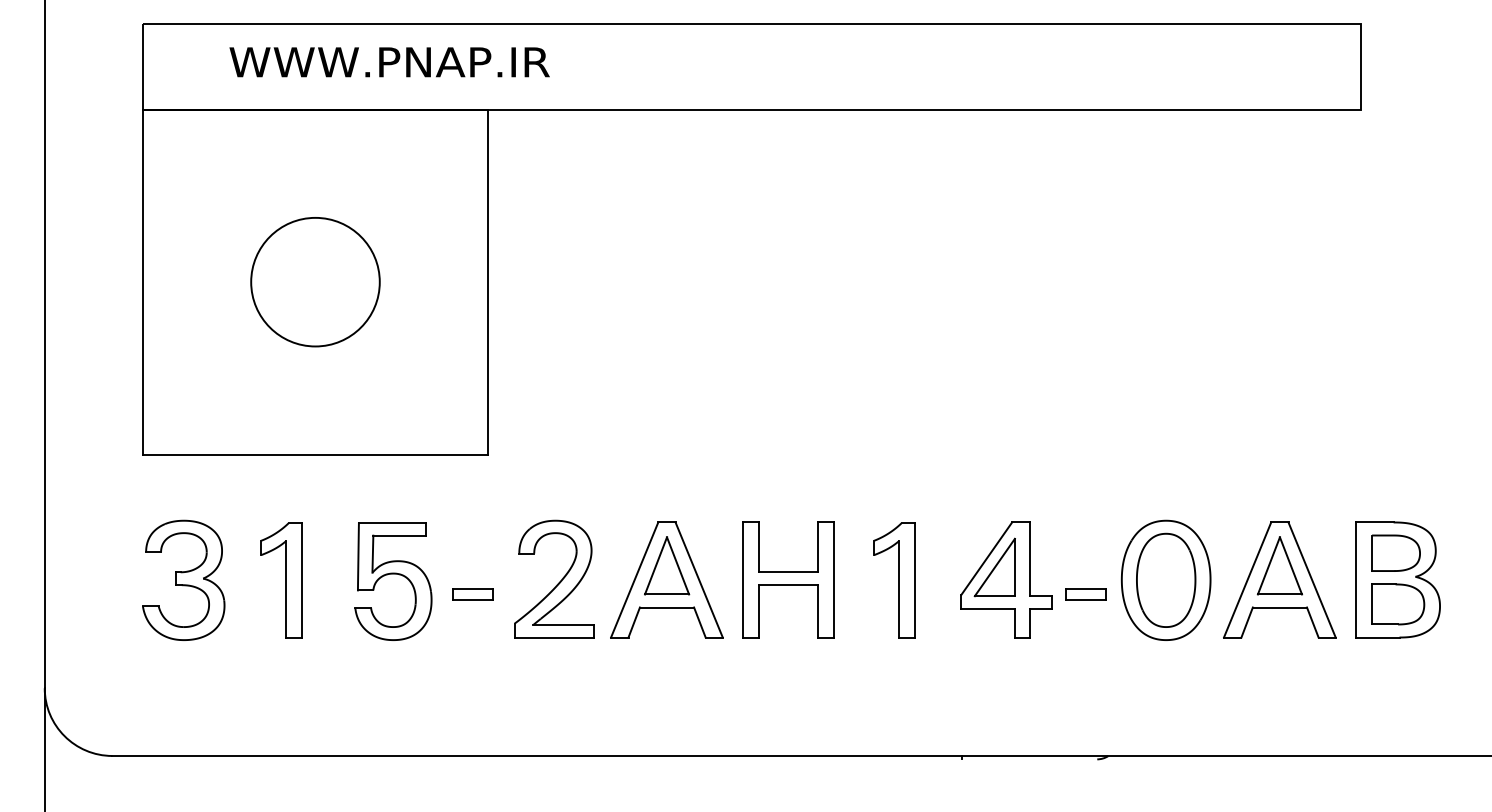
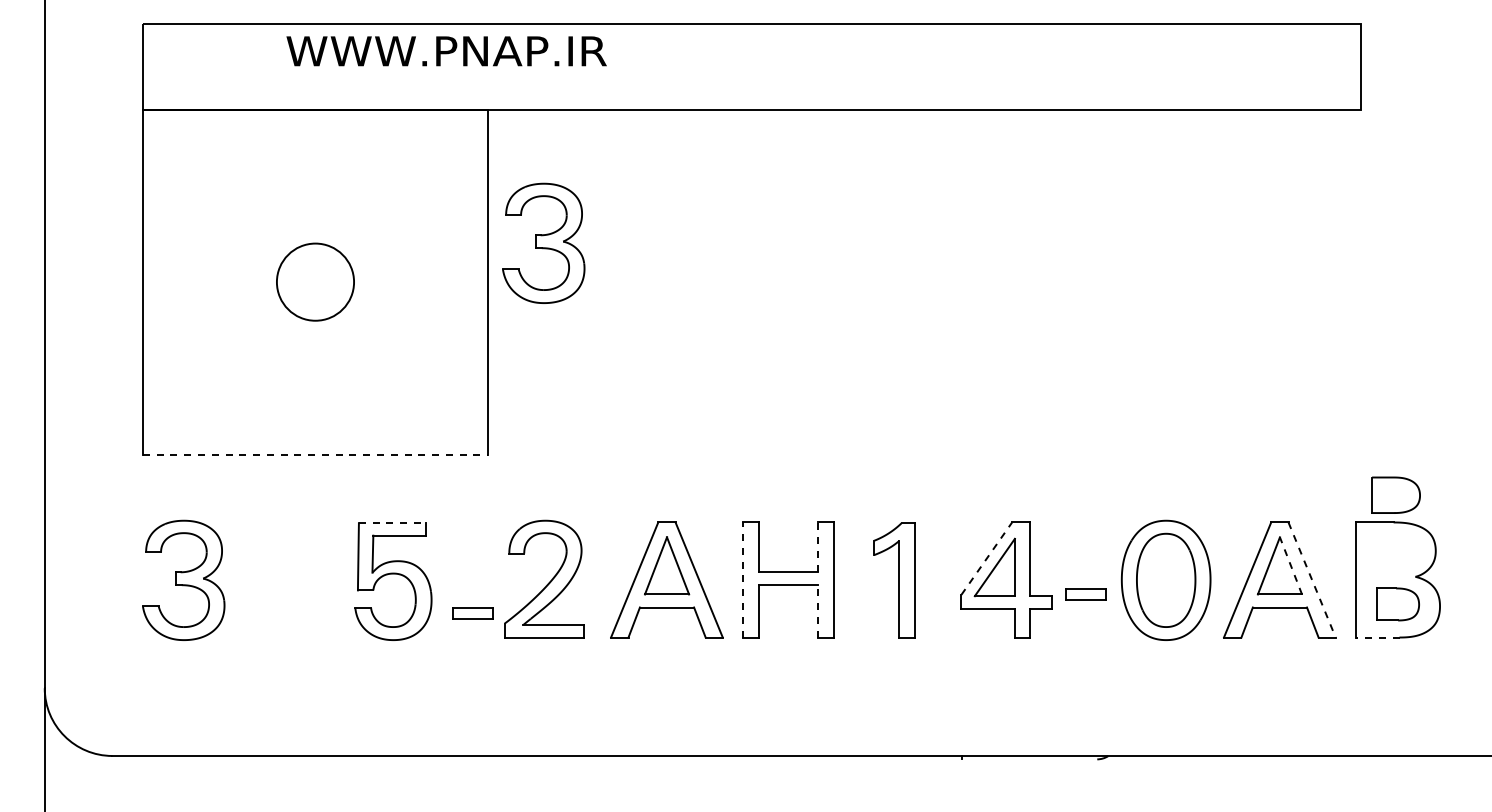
text at (389, 62) position: (389, 62) -> (446, 51)
part at (543, 242): none -> present
circle at (315, 281) diameter: 129 px -> 77 px
line at (315, 454): solid -> dashed
line at (392, 523): solid -> dashed
line at (818, 547): solid -> dashed
part at (1395, 552) position: (1395, 552) -> (1395, 494)
line at (987, 558): solid -> dashed
line at (1290, 565): solid -> dashed
part at (554, 578) position: (554, 578) -> (544, 578)
line at (743, 579): solid -> dashed
part at (281, 580): present -> none
line at (1312, 580): solid -> dashed
part at (472, 594) position: (472, 594) -> (472, 613)
part at (1398, 604) size: 55x43 px -> 44x35 px
line at (818, 610): solid -> dashed
line at (1377, 637): solid -> dashed
